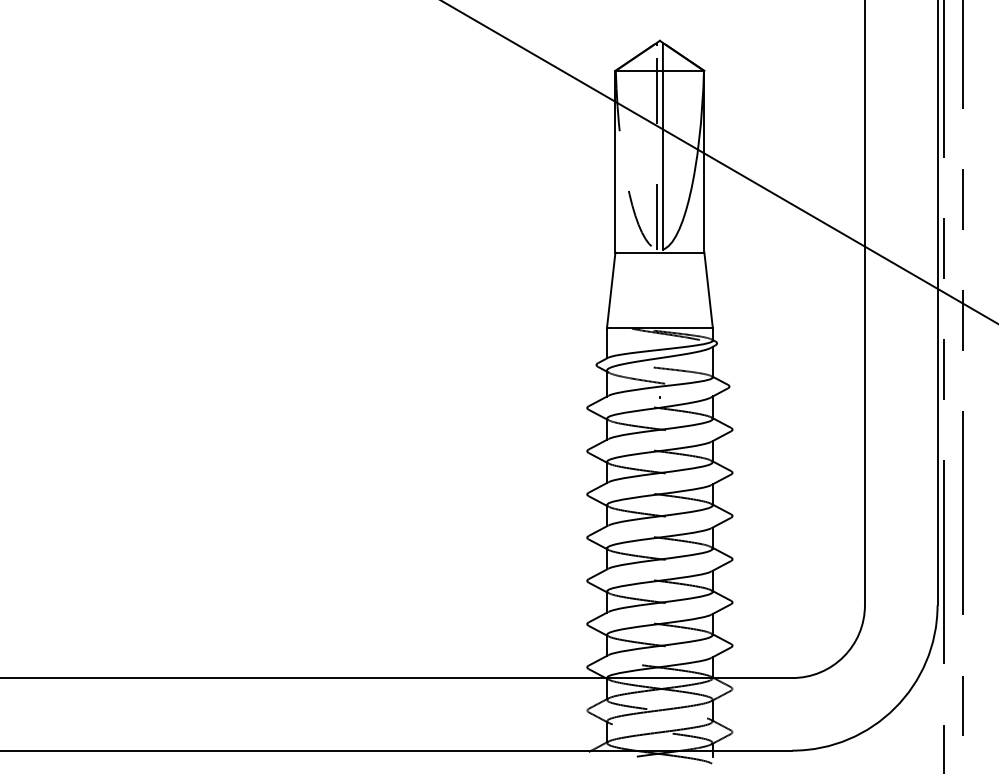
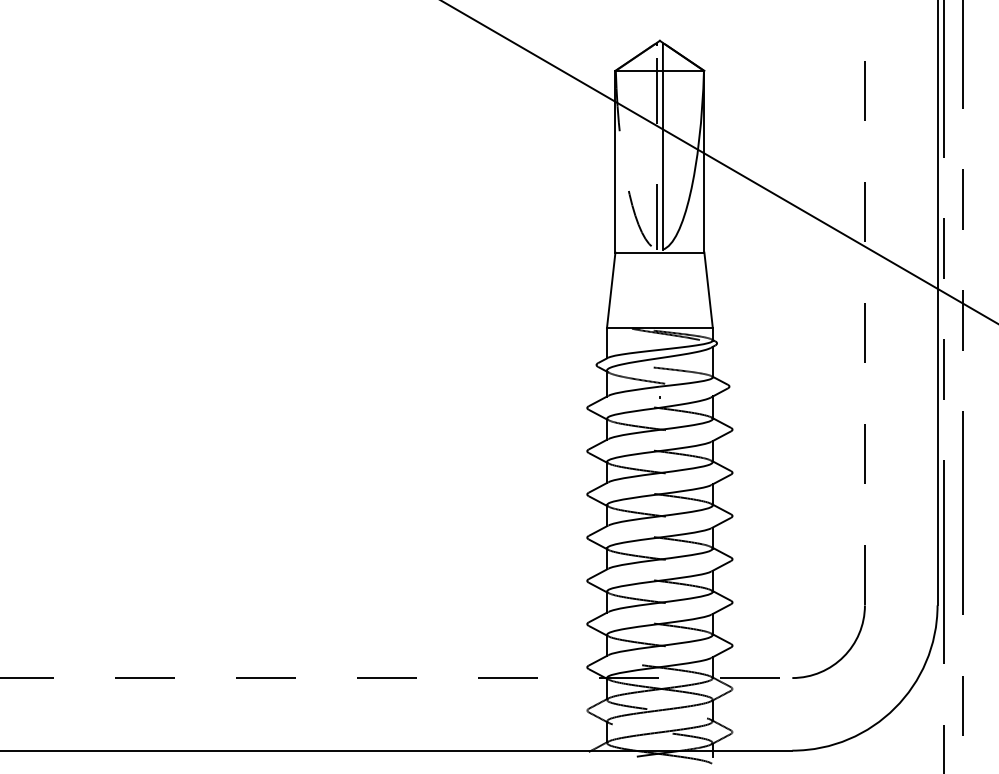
line at (864, 302): solid -> dashed
line at (396, 678): solid -> dashed
